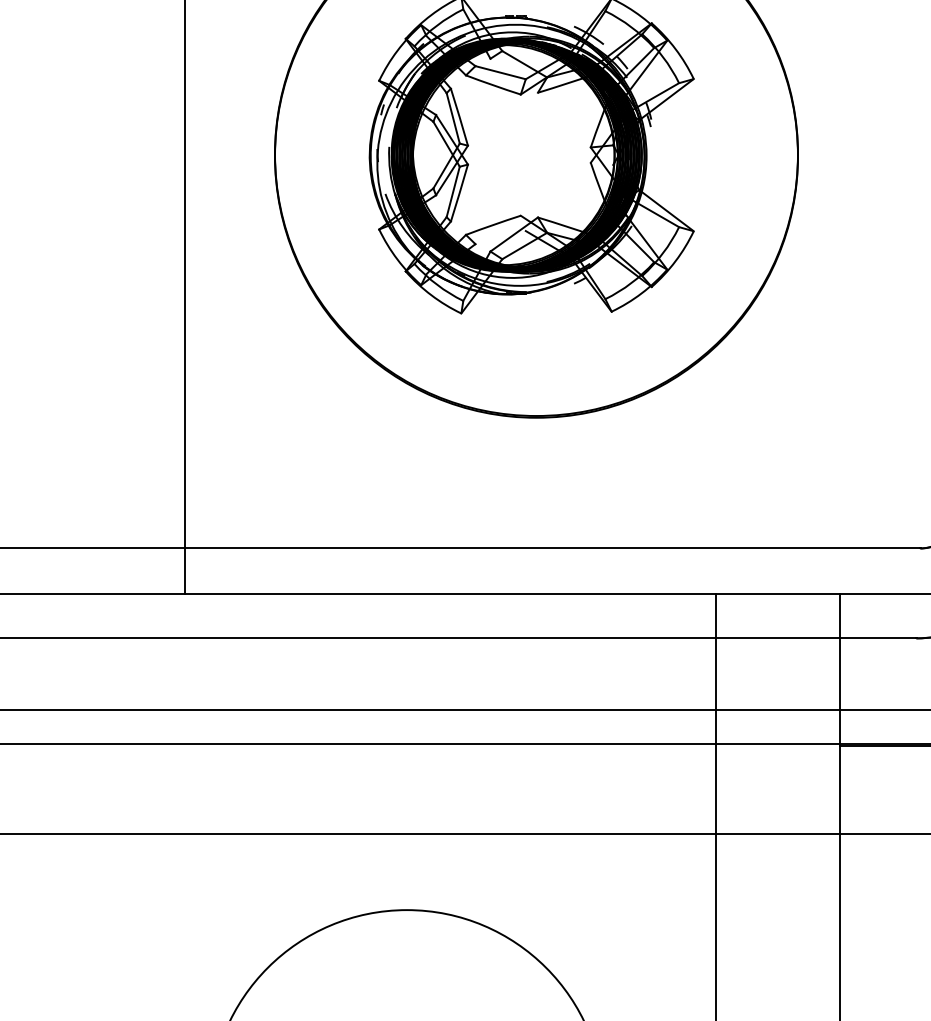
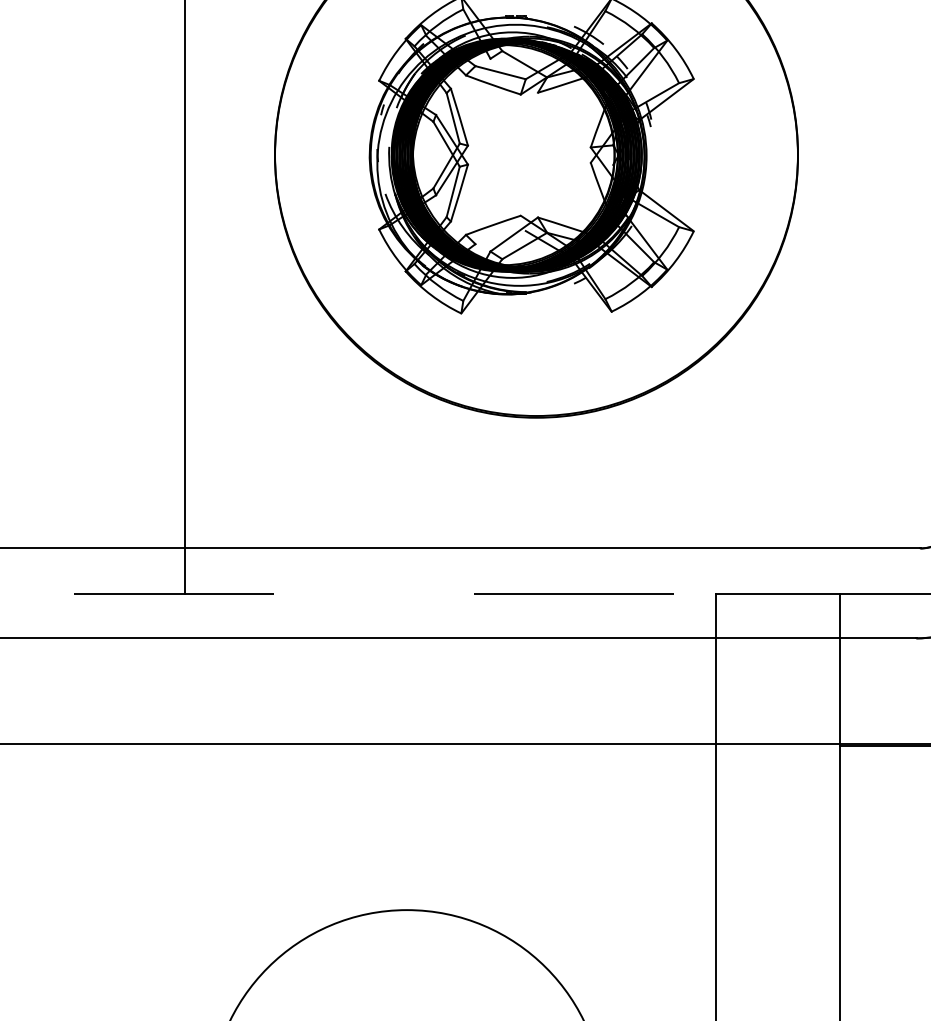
line at (357, 593): solid -> dashed
line at (464, 709): present -> none
line at (464, 833): present -> none
